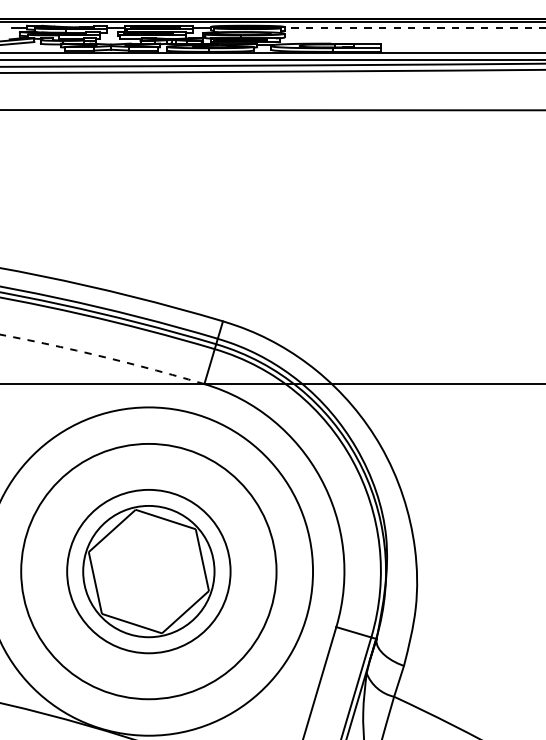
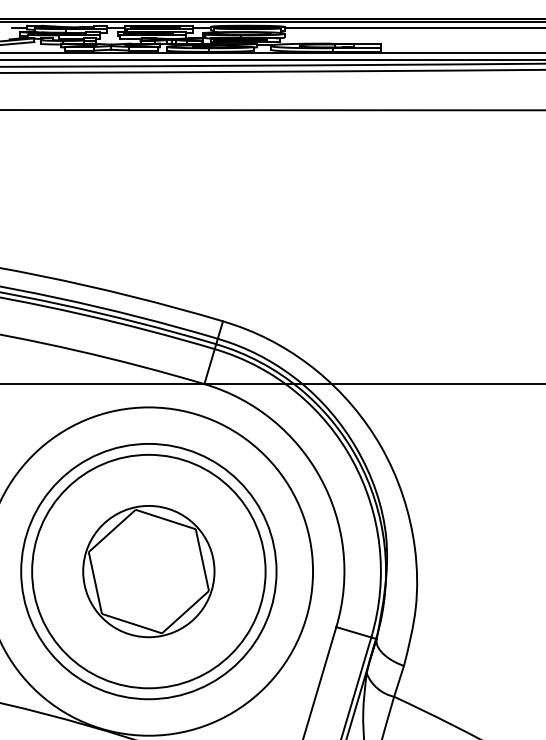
line at (414, 27): dashed -> solid
arc at (102, 356): dashed -> solid
circle at (148, 571) diameter: 163 px -> 233 px
